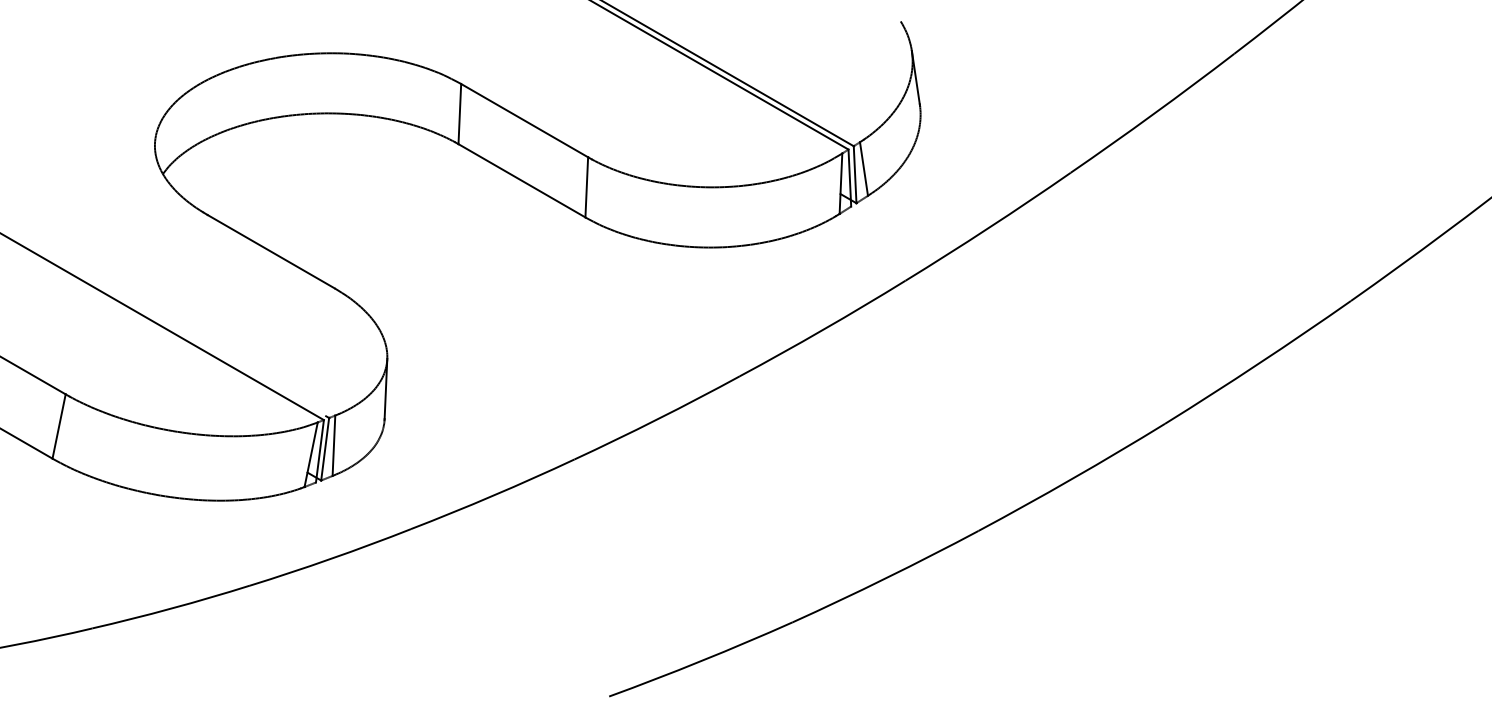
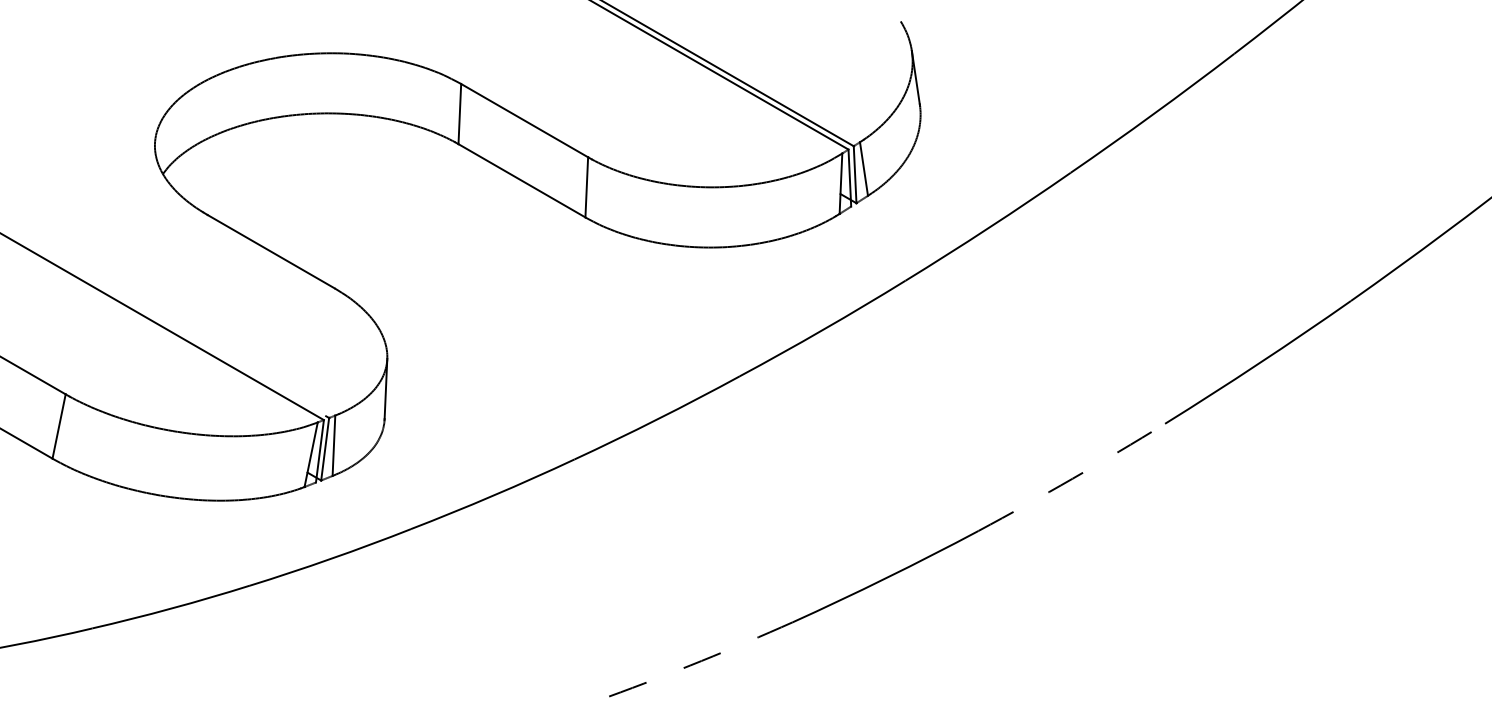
arc at (1072, 478): solid -> dashed
arc at (701, 660): solid -> dashed
